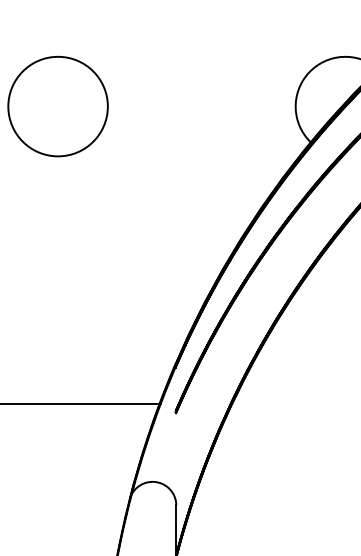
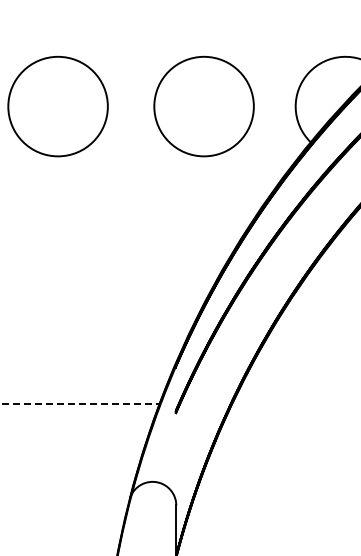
circle at (203, 106): none -> present
line at (80, 403): solid -> dashed
